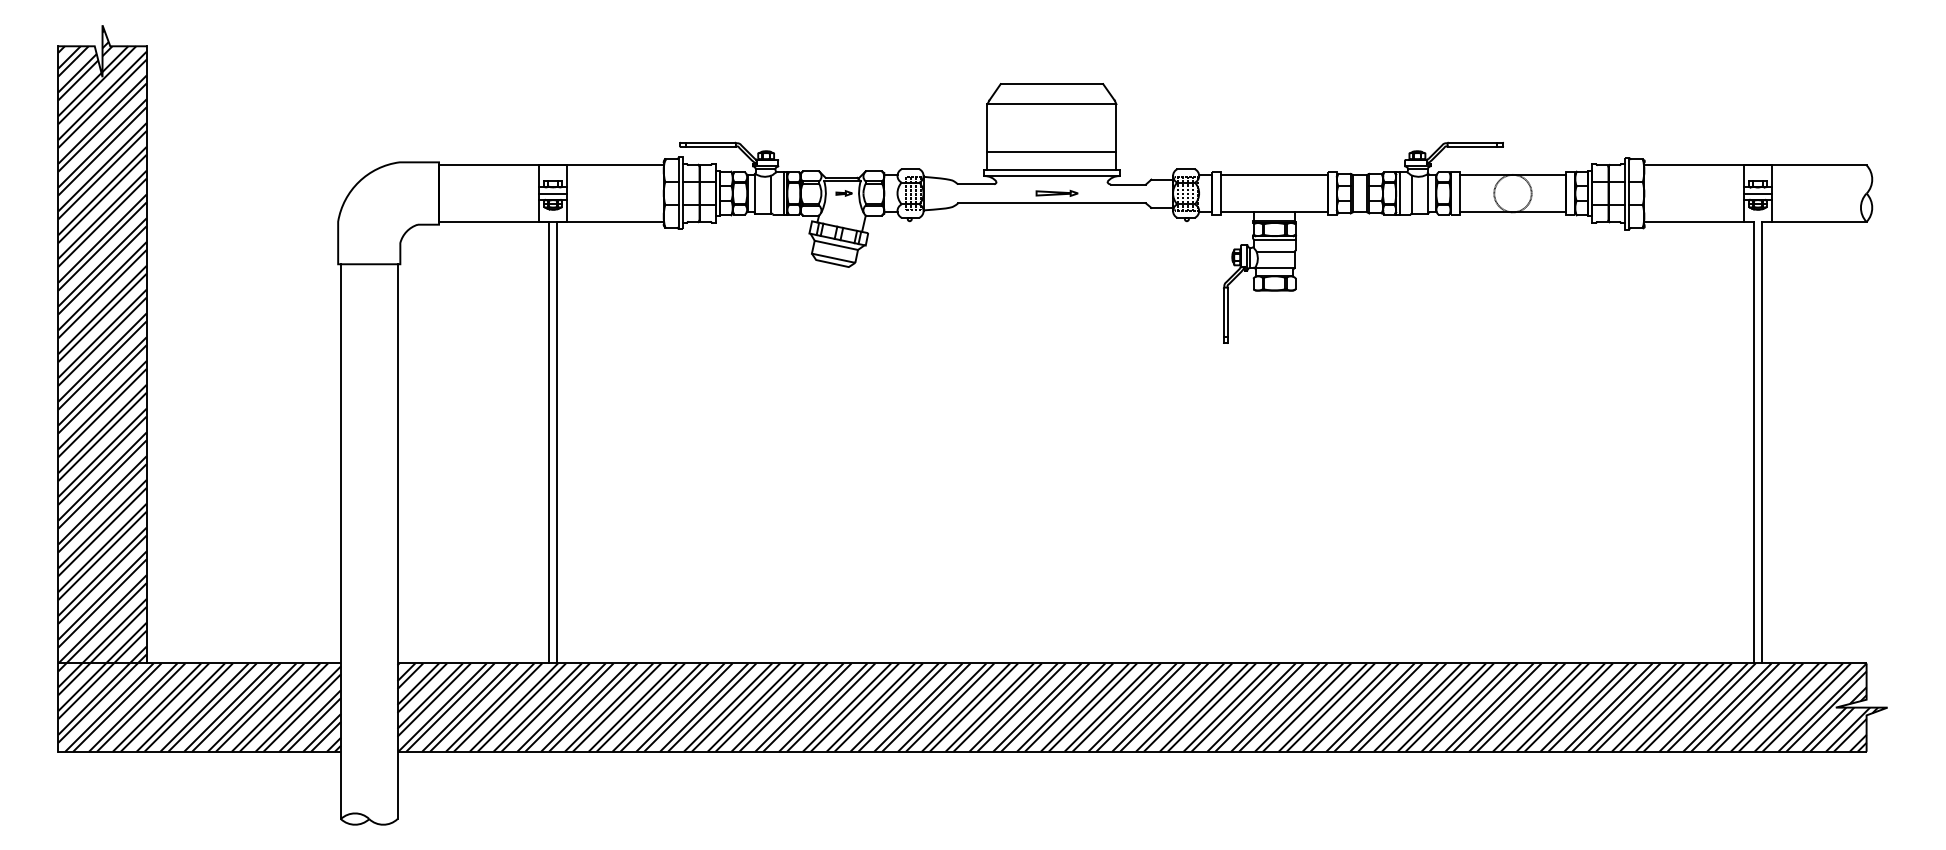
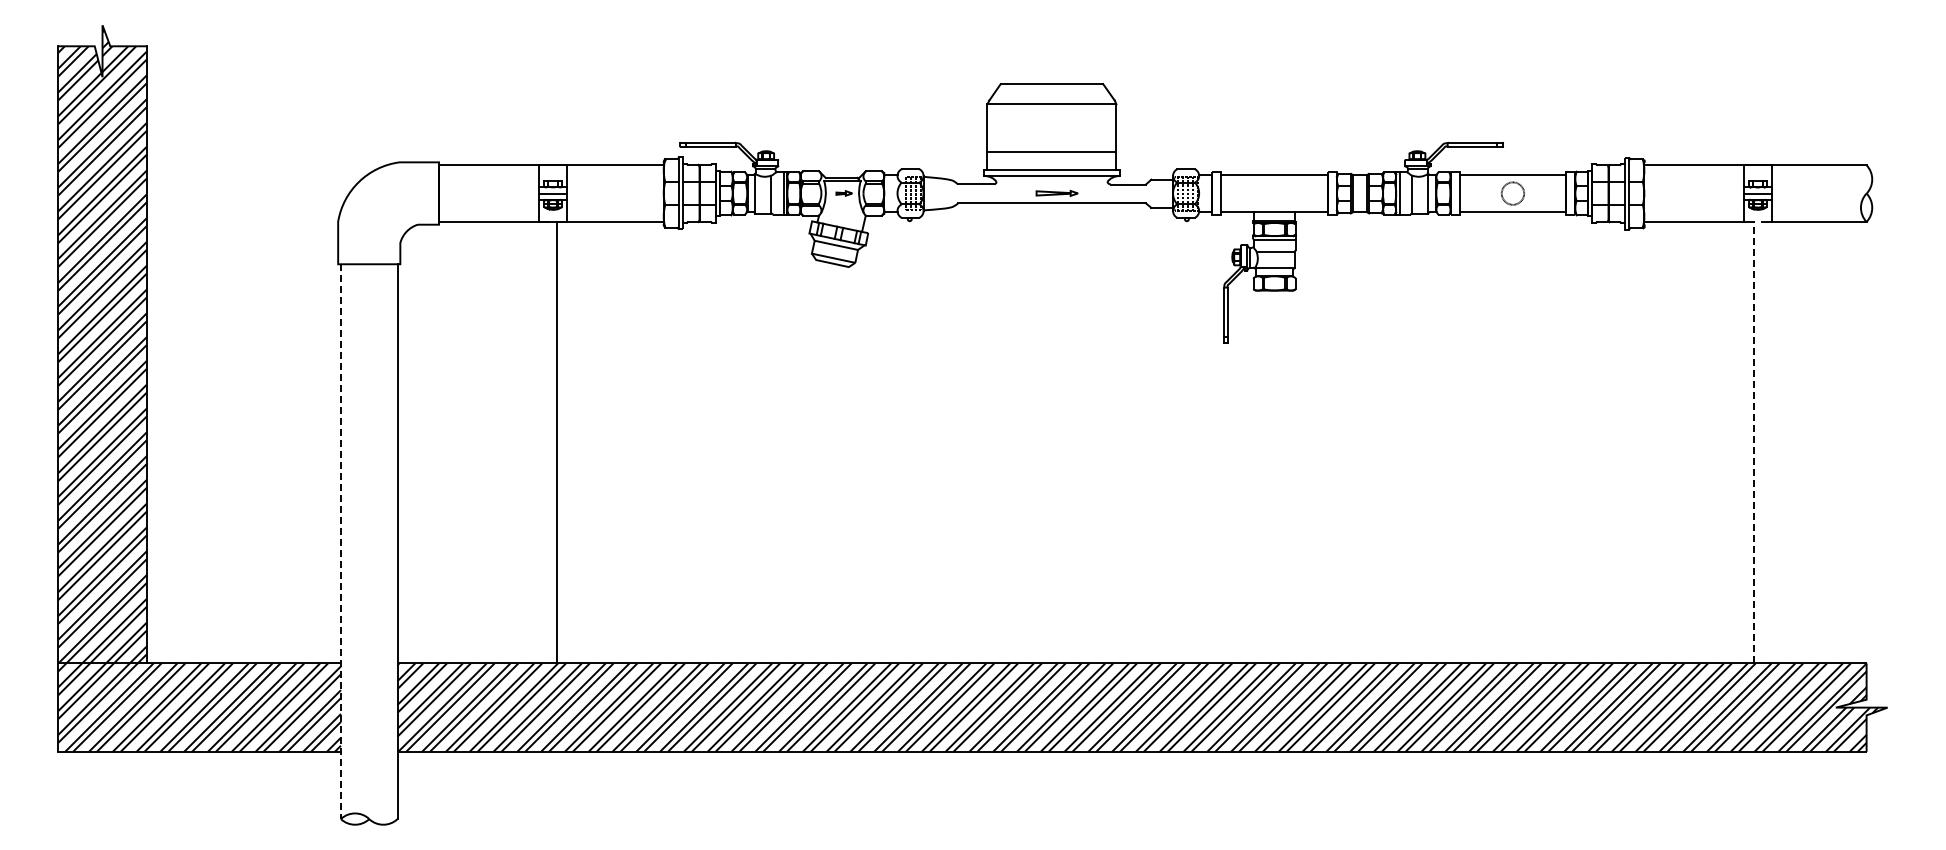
circle at (1512, 193) diameter: 37 px -> 22 px
line at (549, 442): present -> none
line at (1753, 442): solid -> dashed
line at (1761, 442): present -> none
line at (340, 542): solid -> dashed
